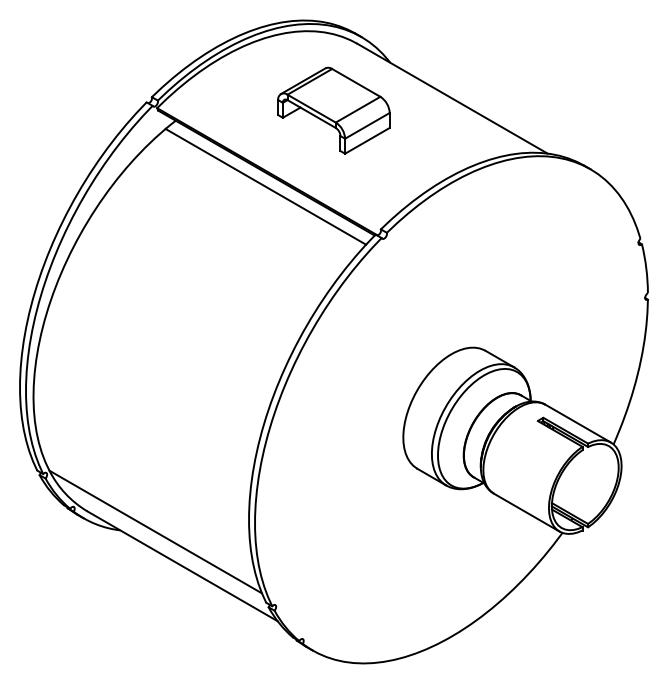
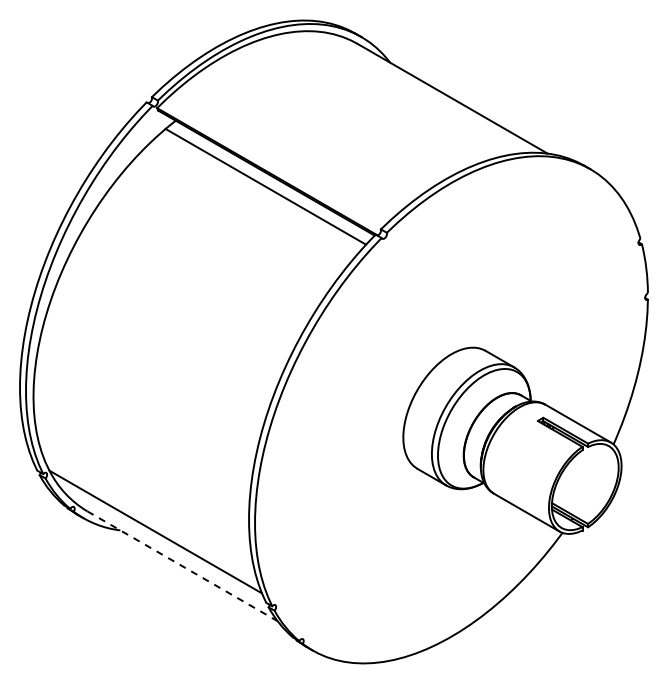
part at (333, 110): present -> none
line at (182, 566): solid -> dashed
